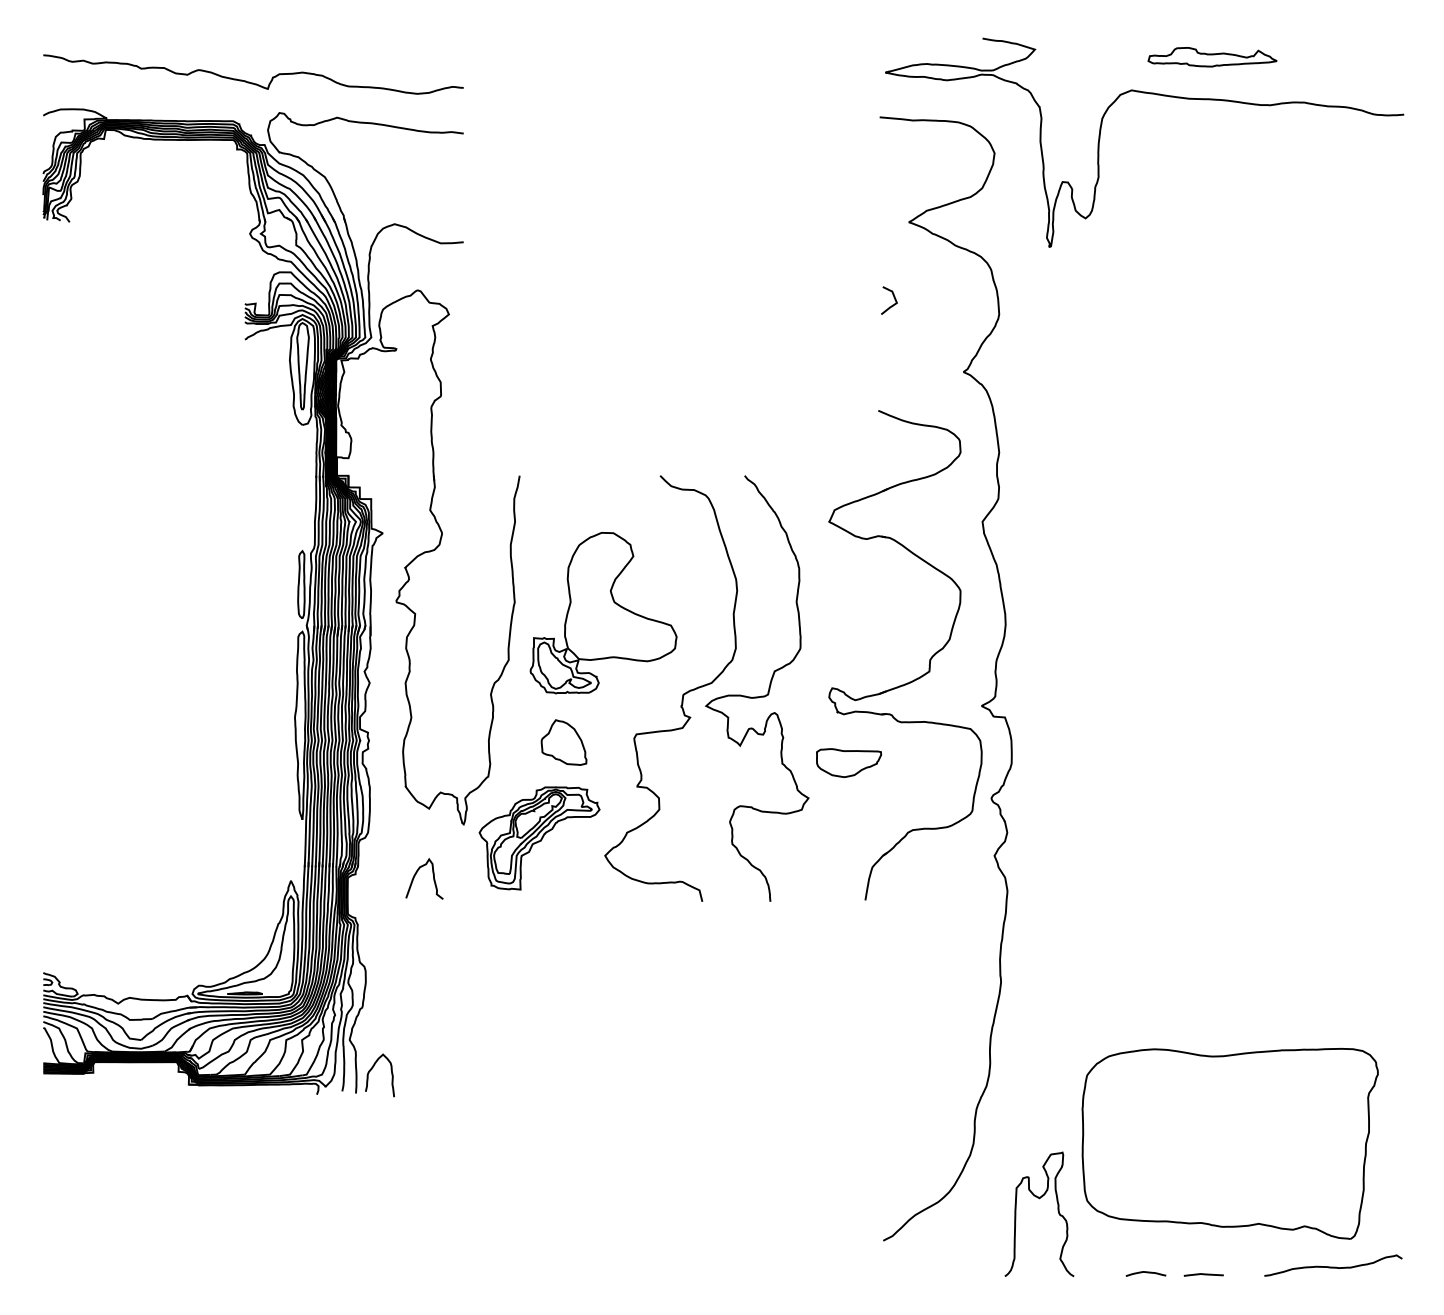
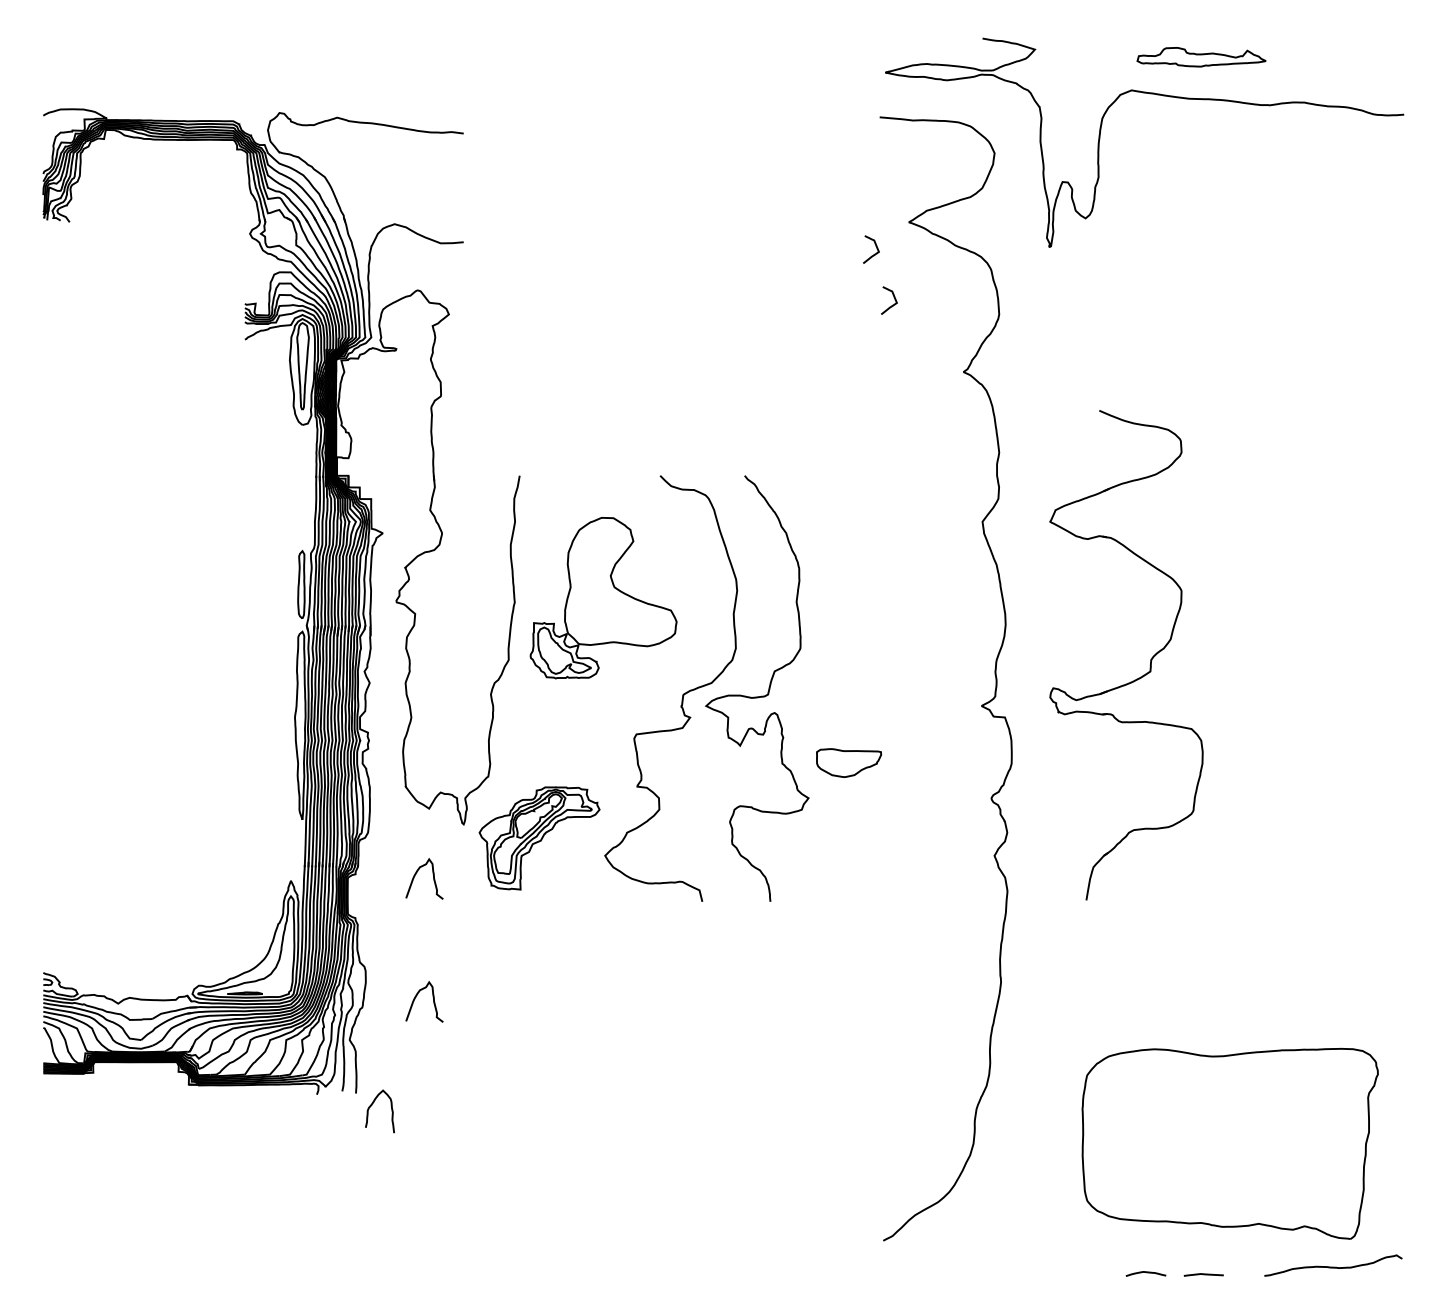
part at (1212, 57) position: (1212, 57) -> (1201, 57)
curve at (253, 82): present -> none
curve at (875, 246): none -> present
part at (603, 613) position: (603, 613) -> (603, 598)
part at (929, 659) position: (929, 659) -> (1150, 659)
part at (563, 742): present -> none
curve at (416, 997): none -> present
curve at (372, 1069) position: (372, 1069) -> (372, 1105)
curve at (1039, 1199): present -> none
